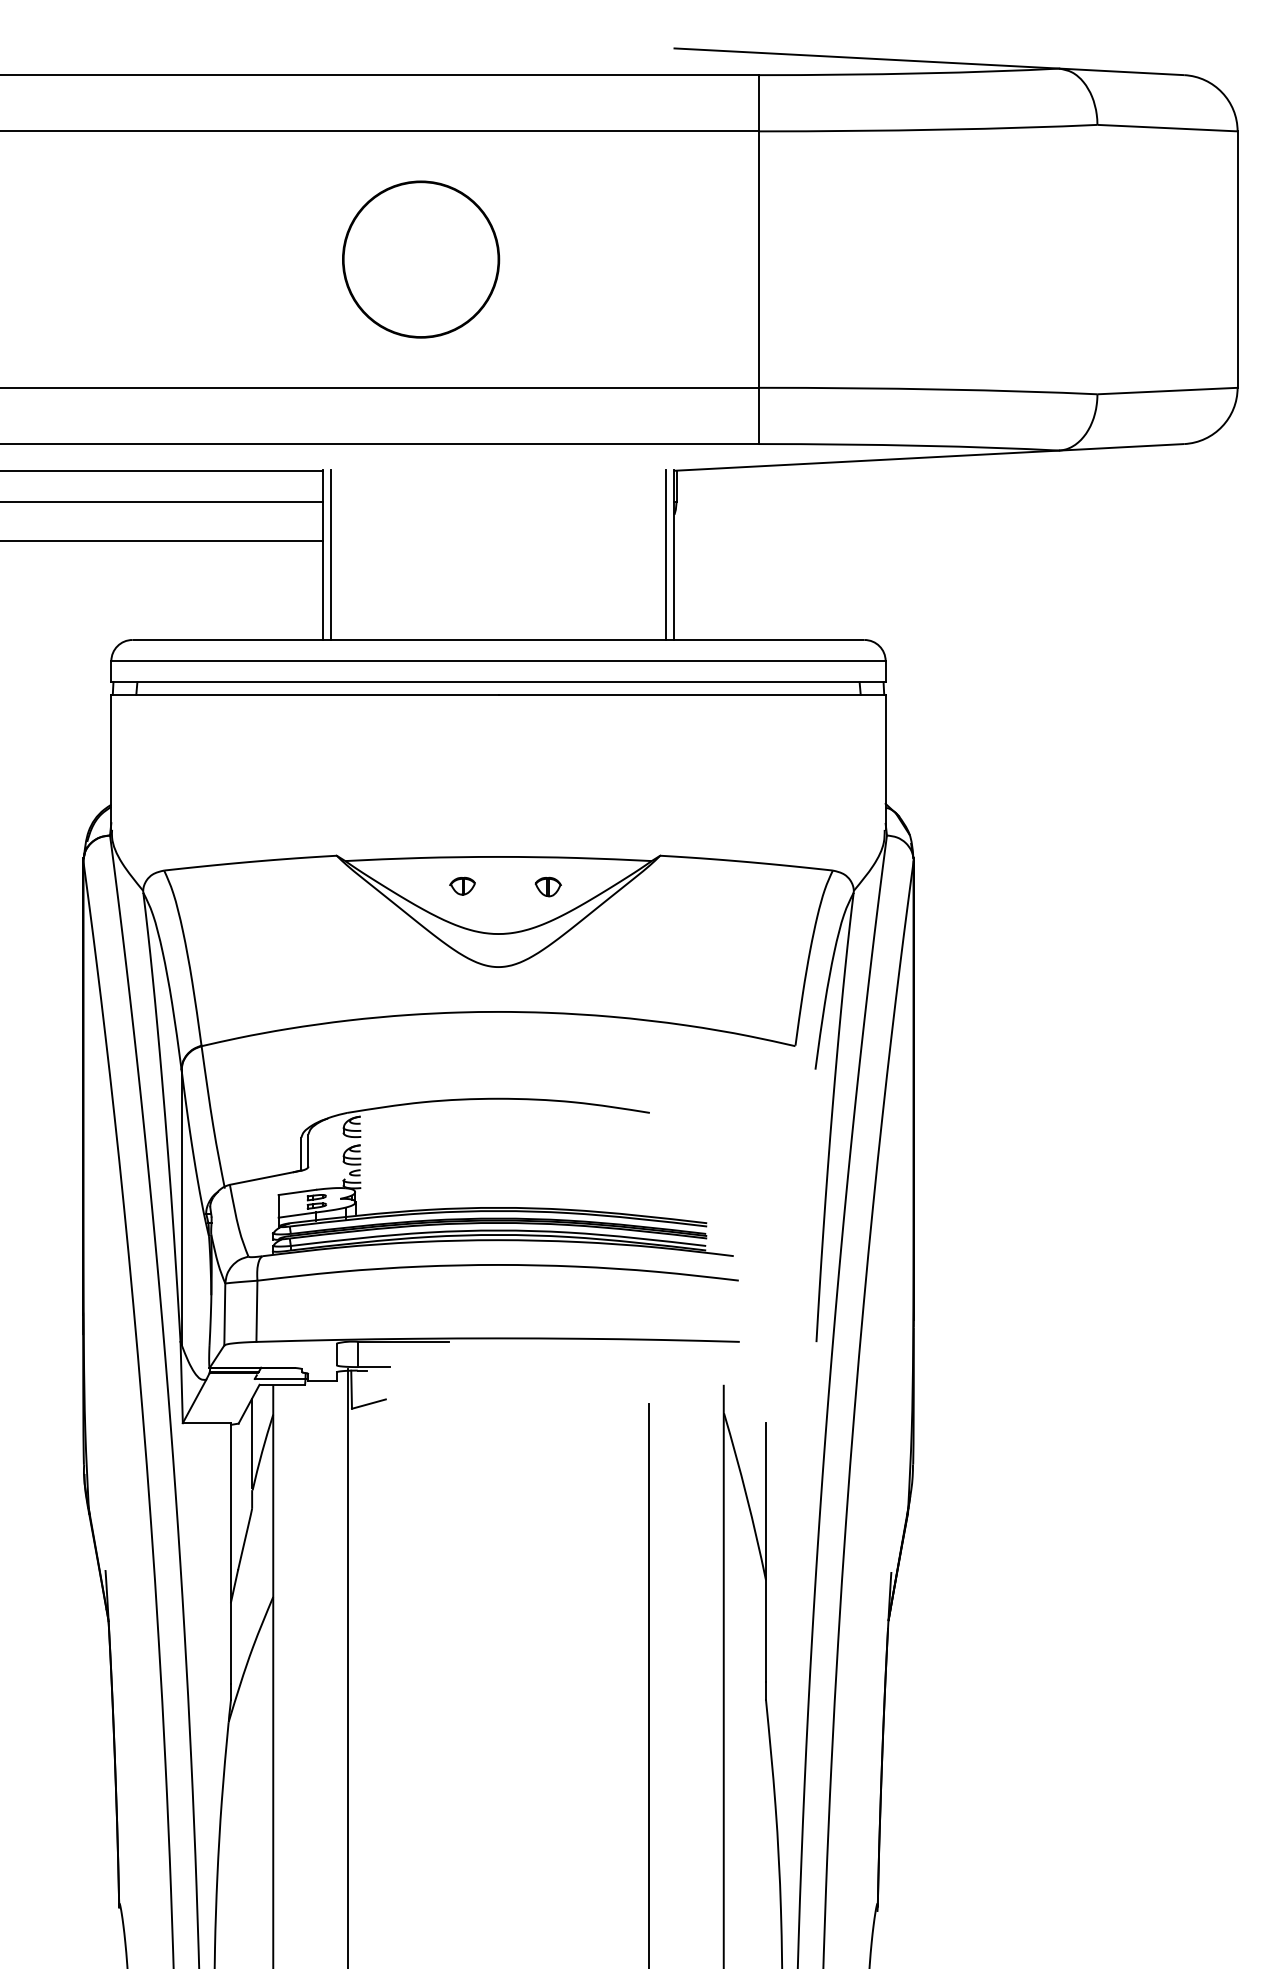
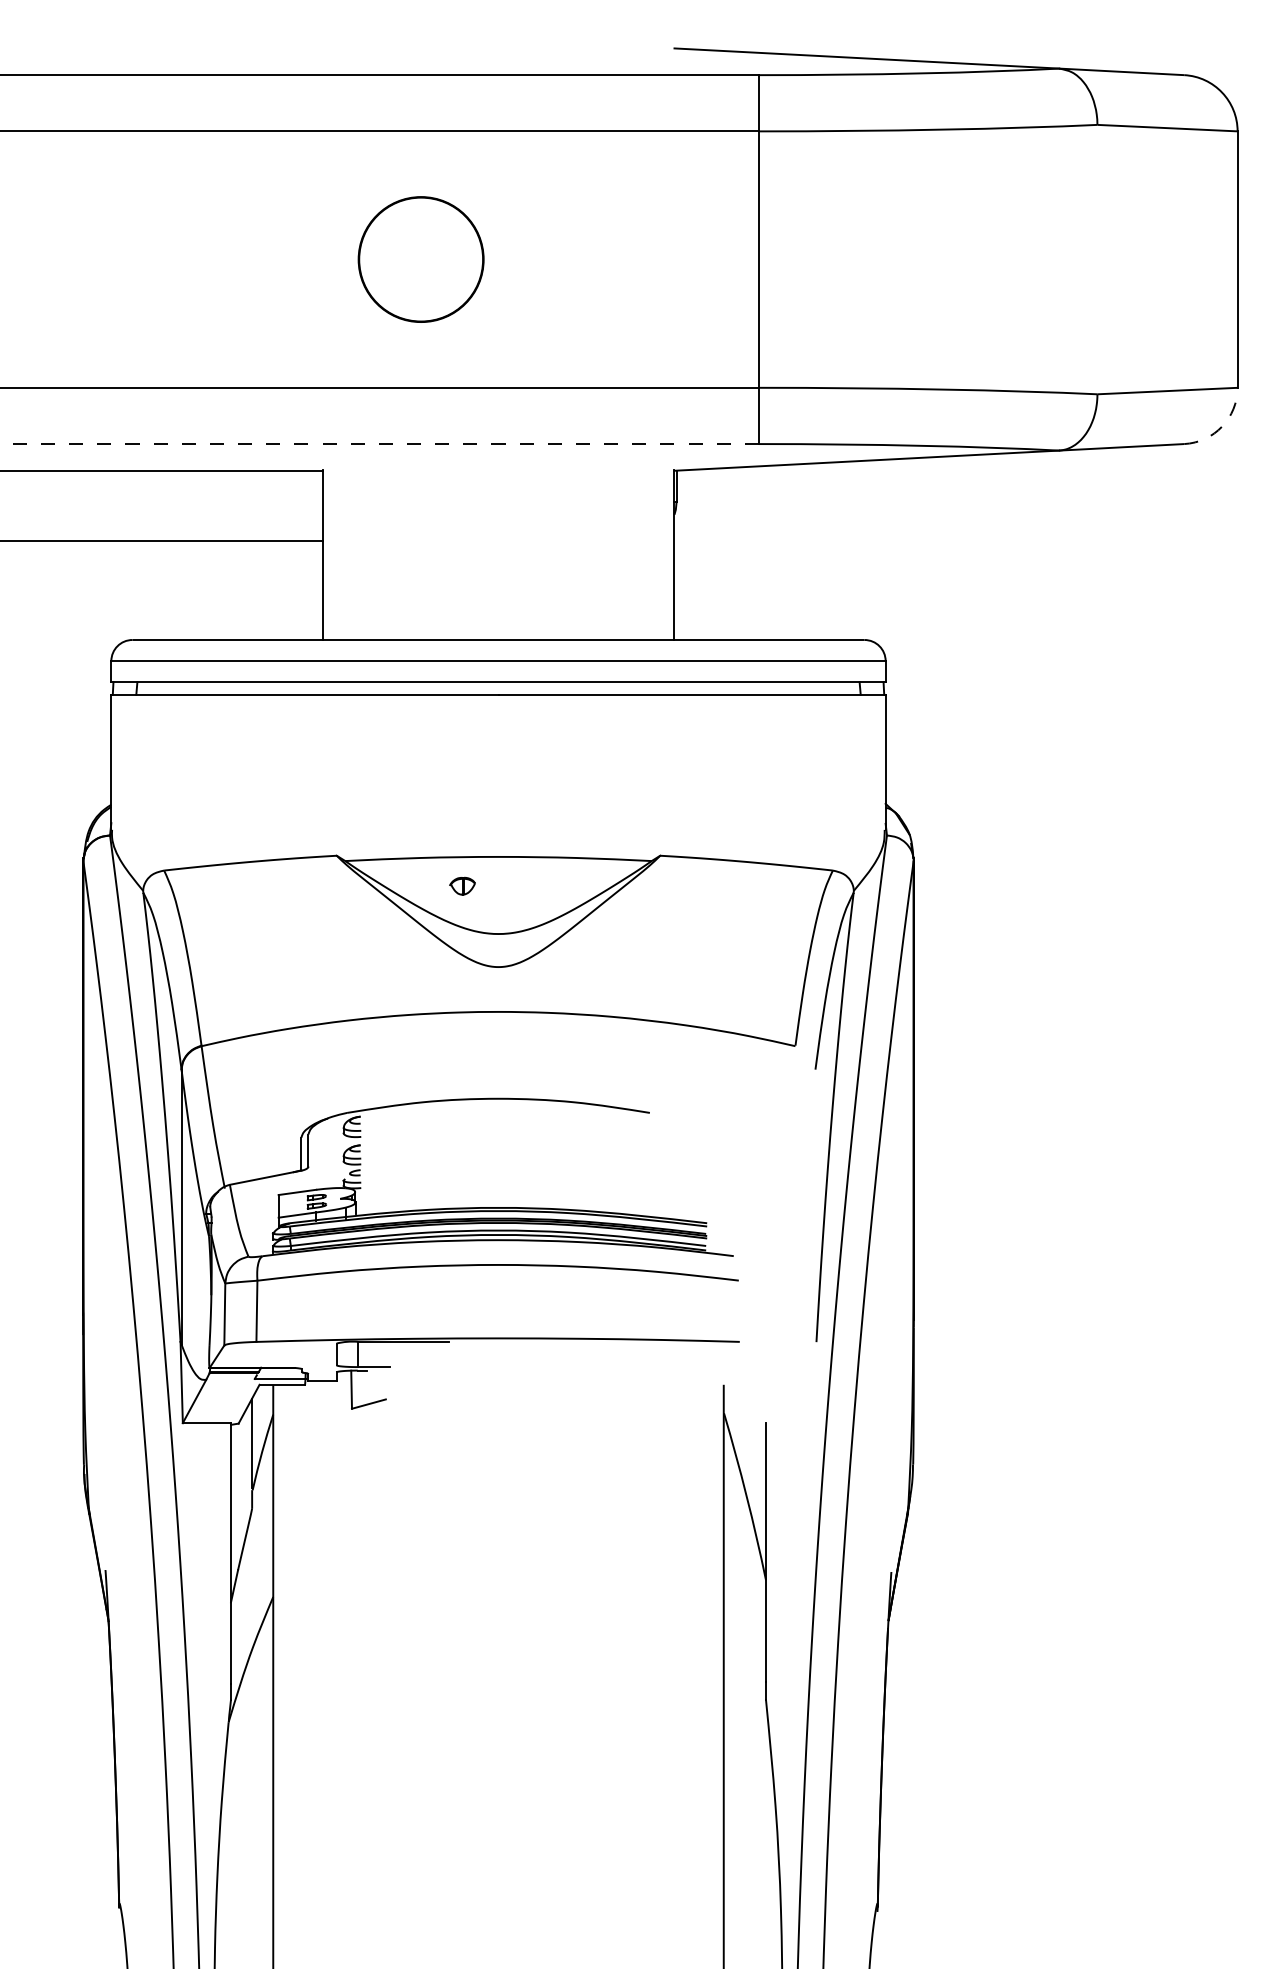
circle at (421, 259) size: 159x159 px -> 128x127 px
arc at (1222, 426): solid -> dashed
line at (379, 444): solid -> dashed
line at (162, 502): present -> none
line at (330, 554): present -> none
line at (666, 554): present -> none
part at (547, 886): present -> none
line at (348, 1667): present -> none
line at (648, 1684): present -> none
